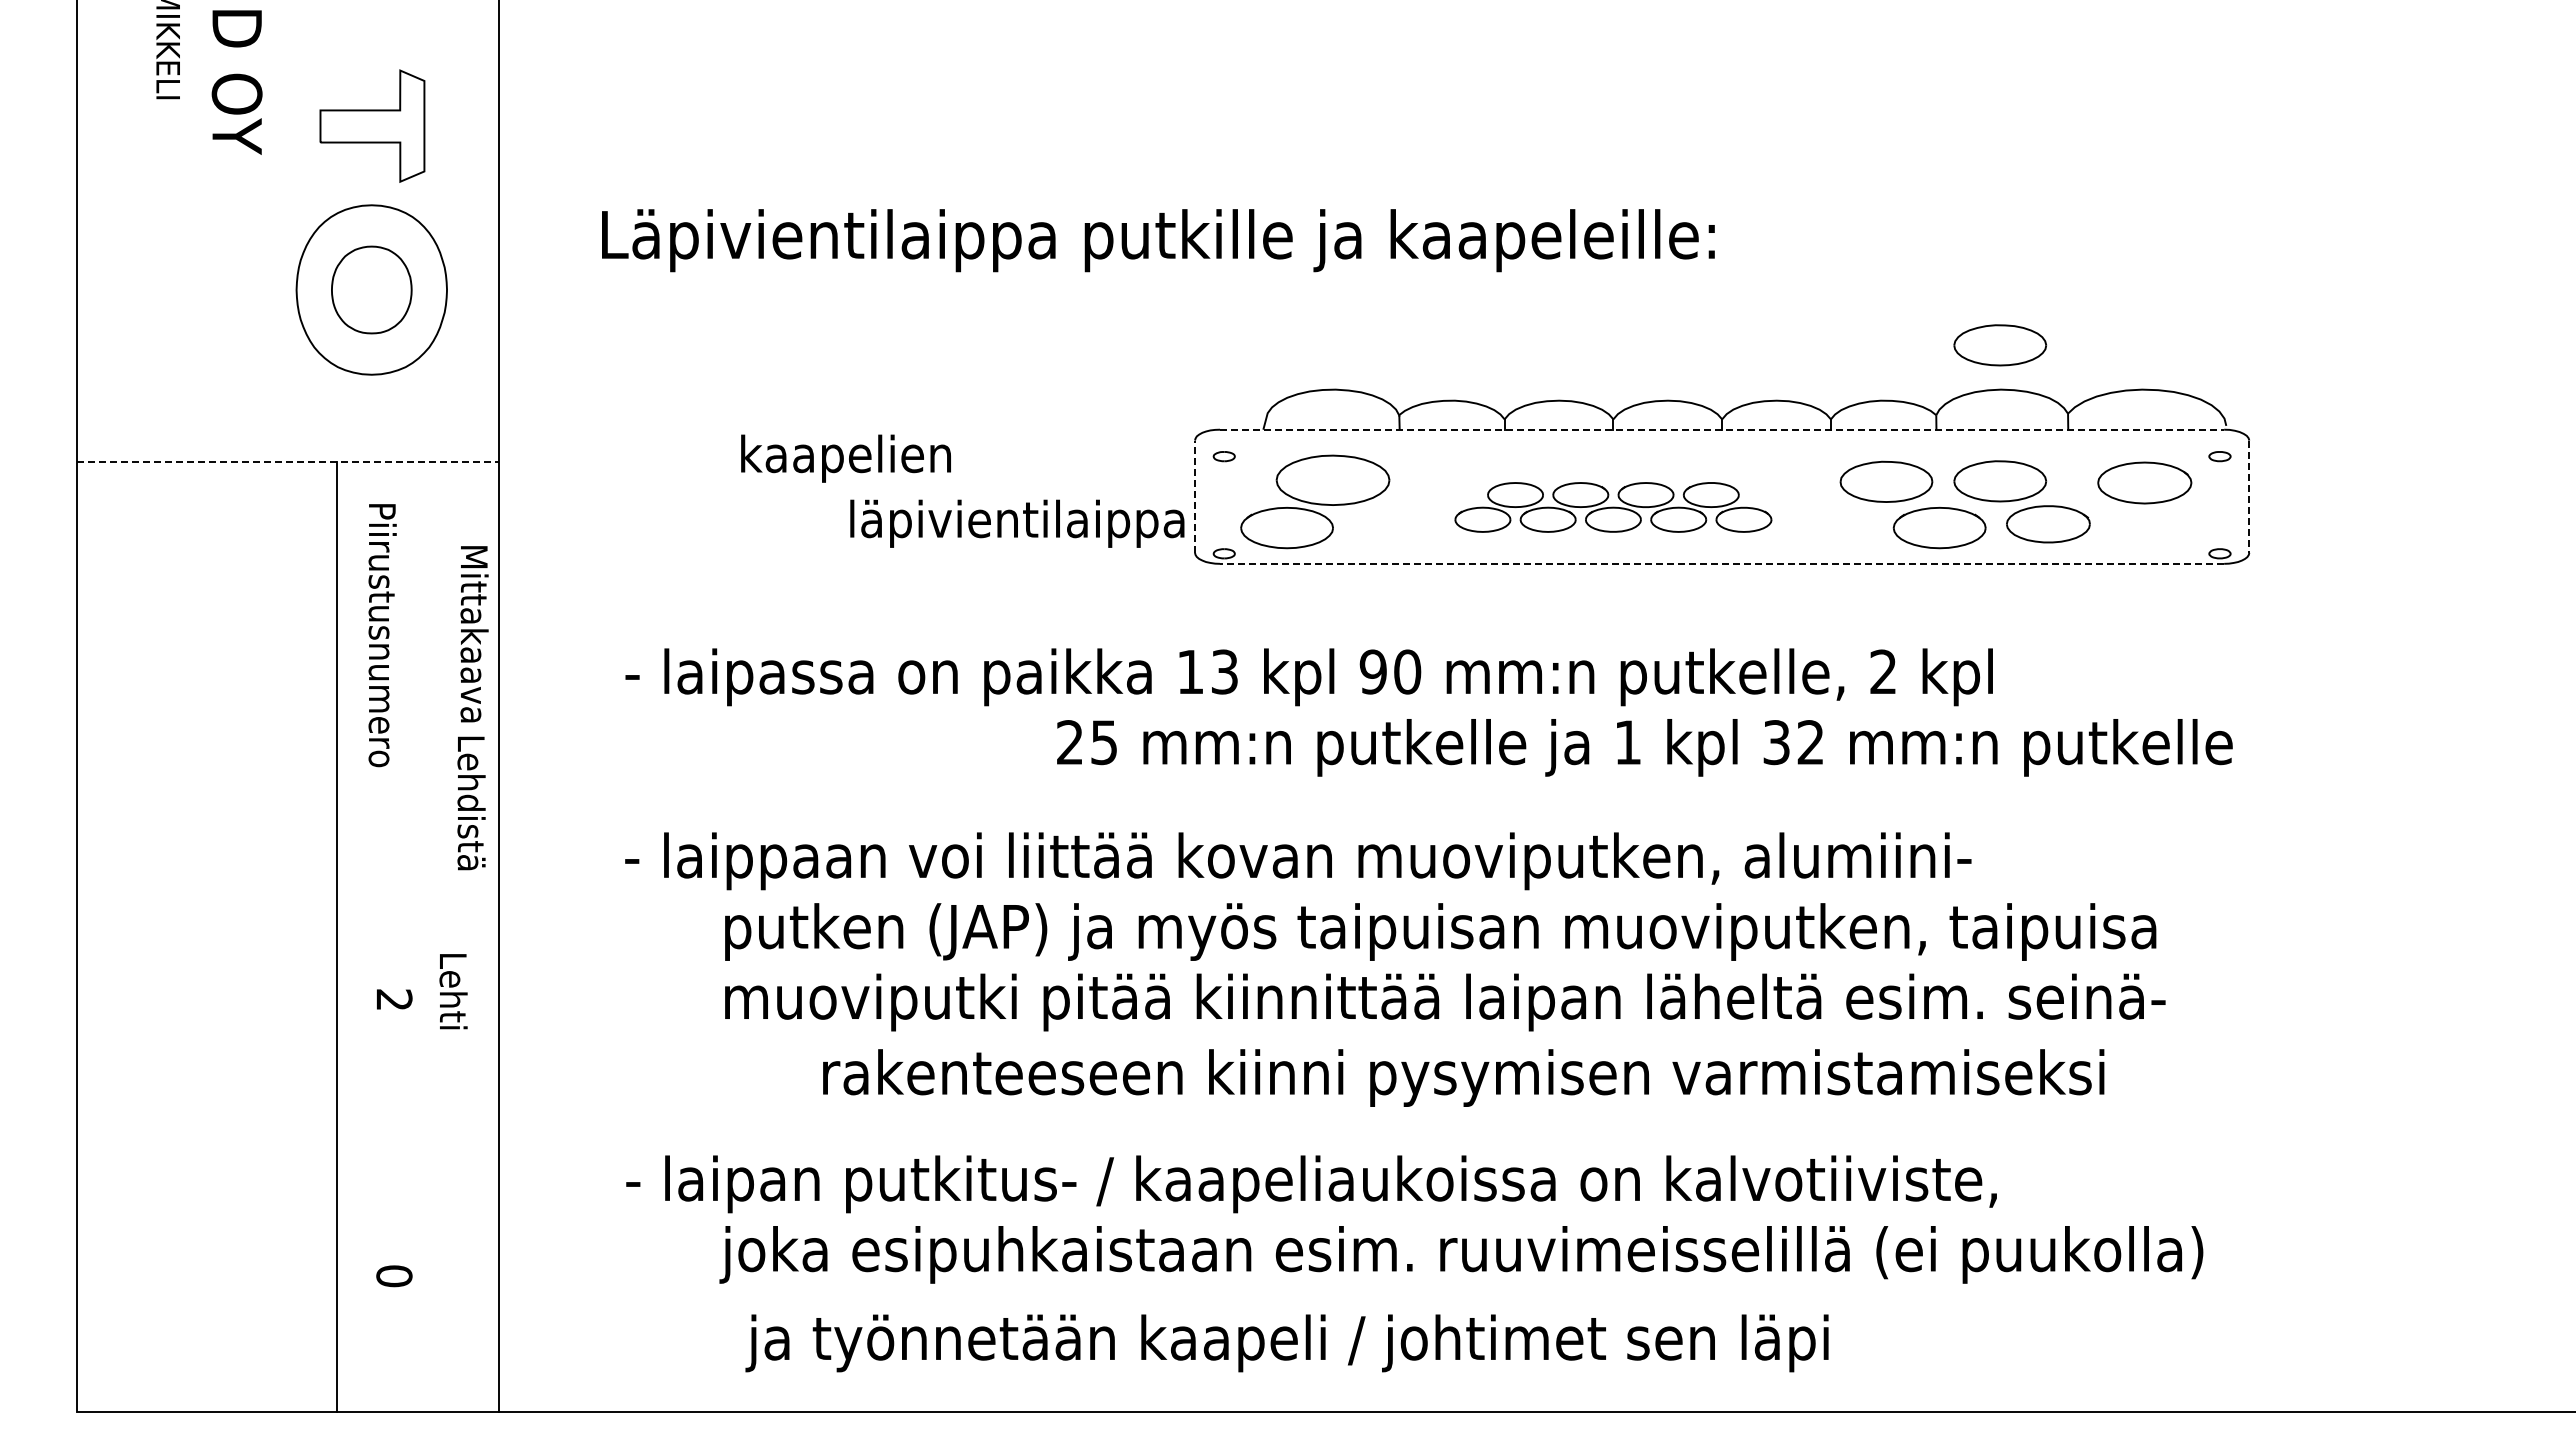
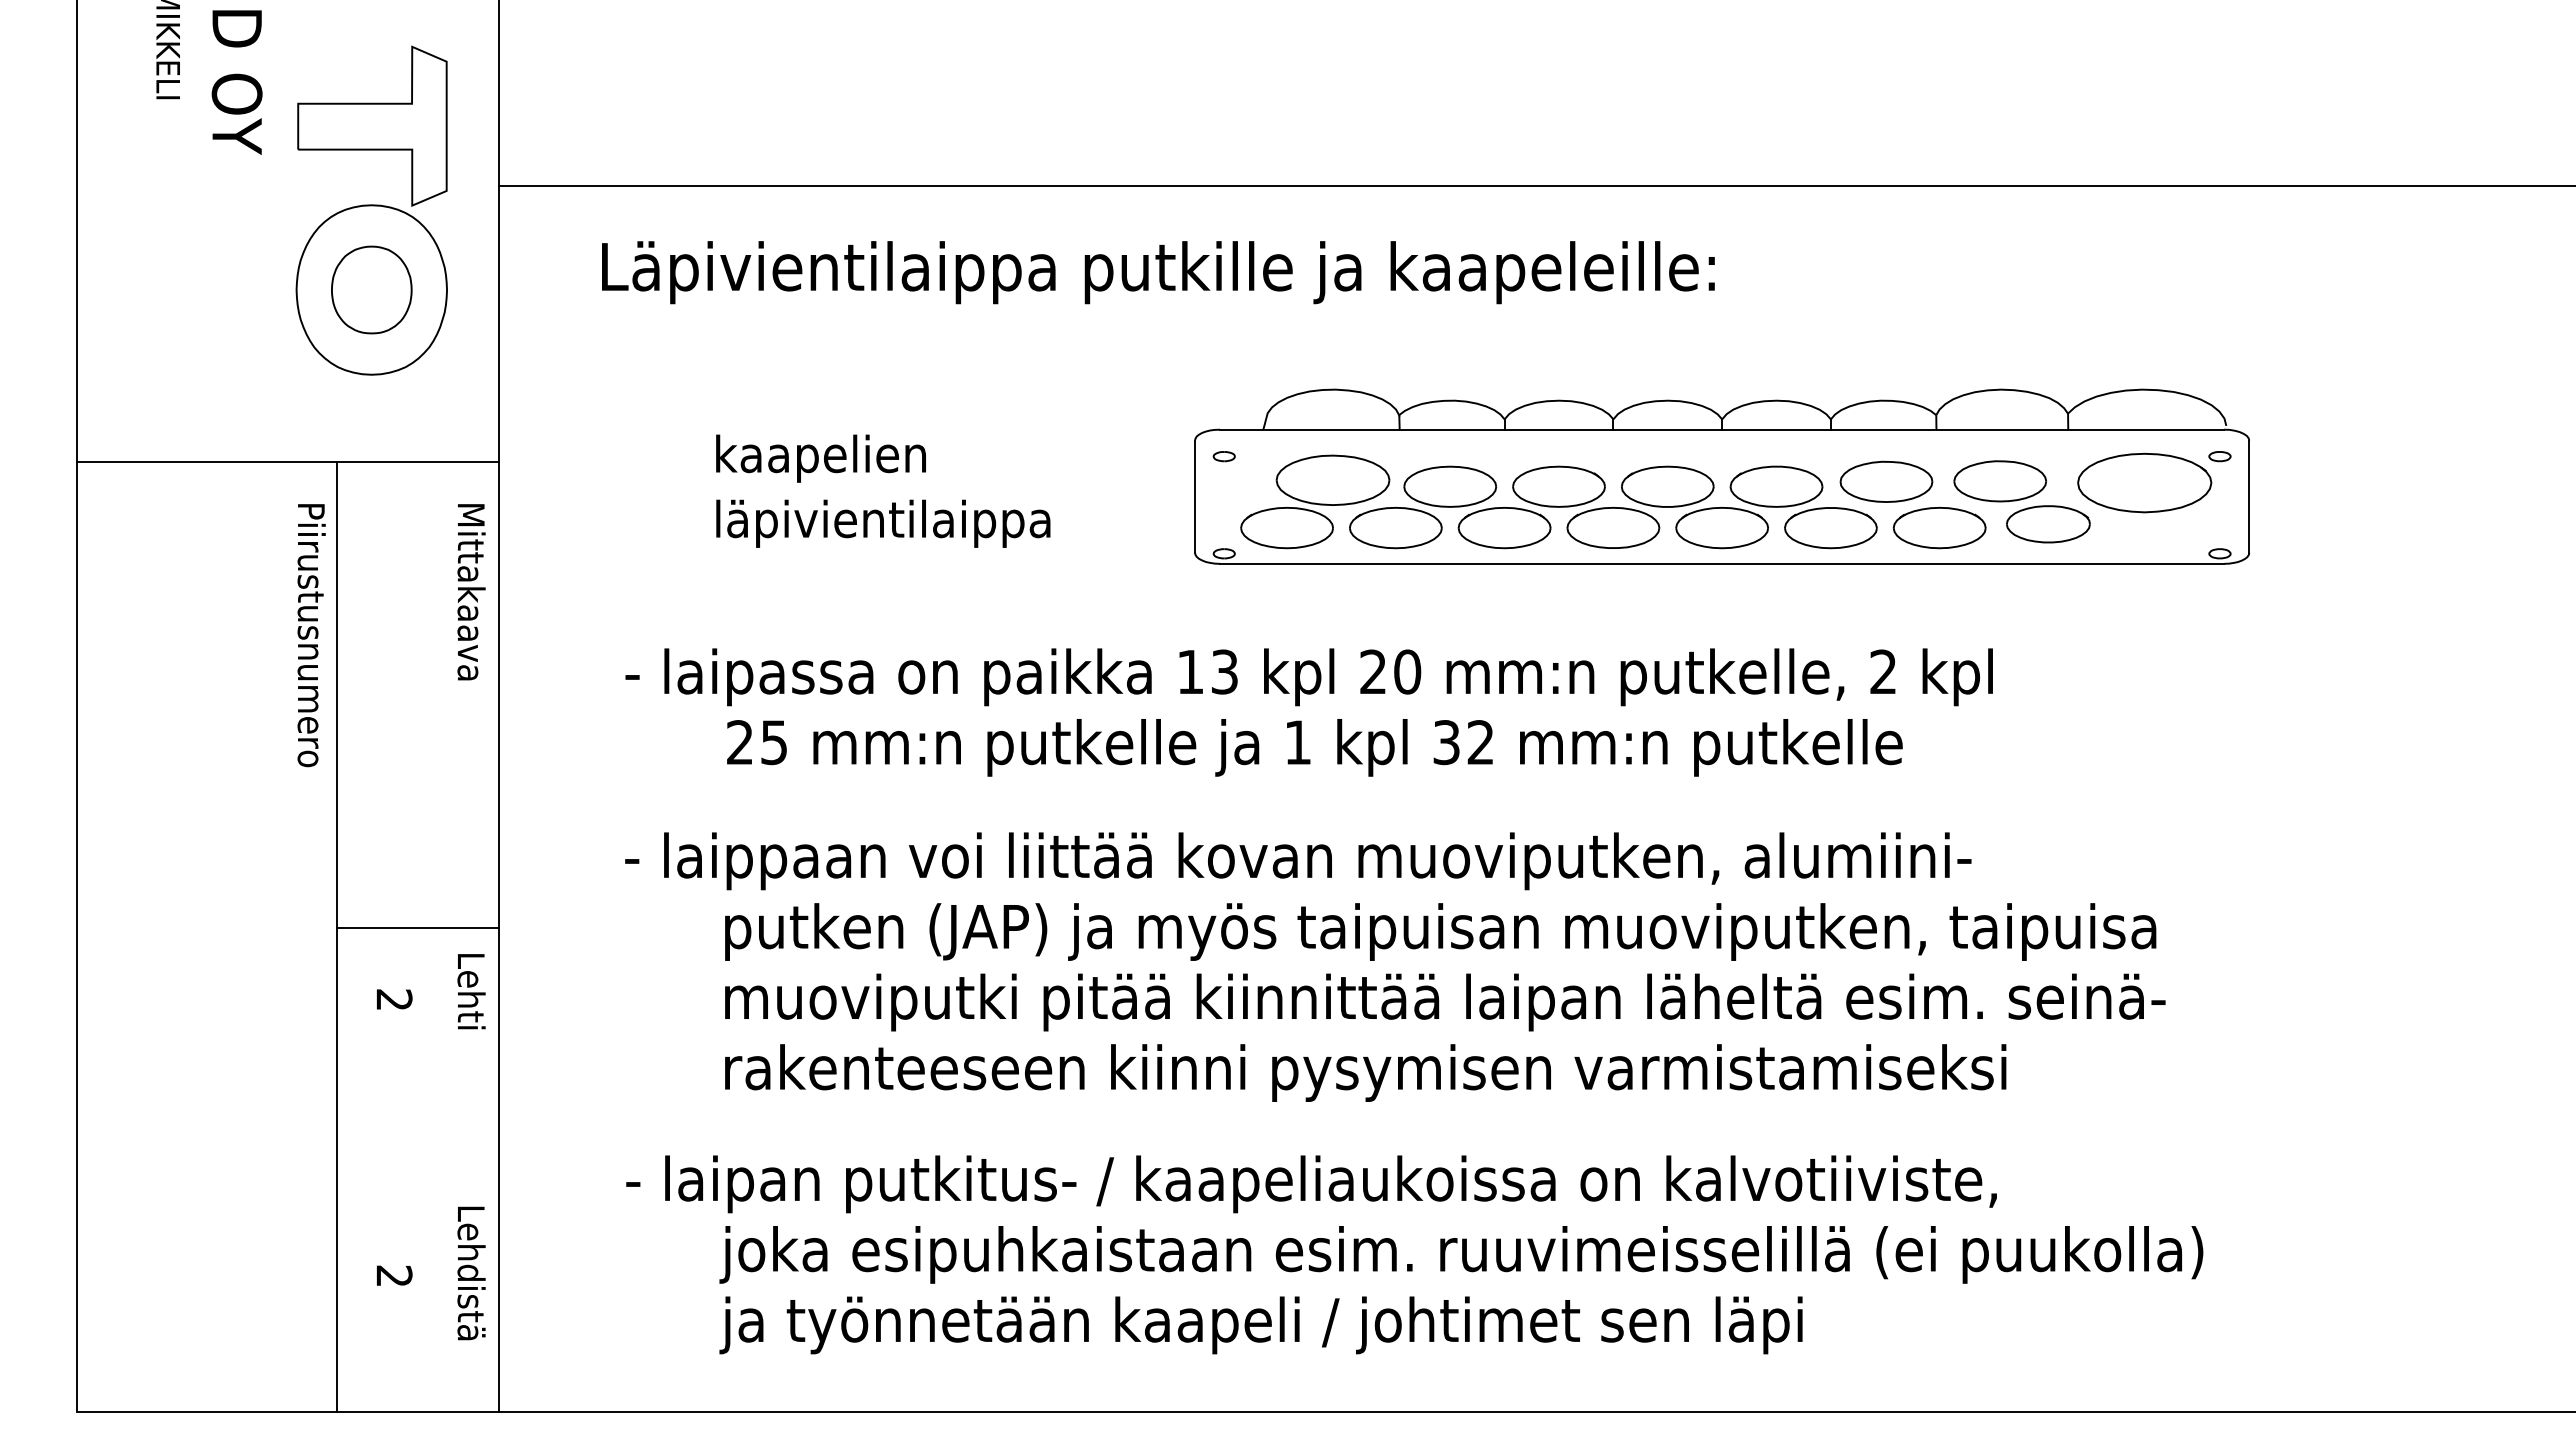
part at (372, 125) size: 107x114 px -> 151x162 px
line at (1535, 186): none -> present
text at (1158, 240) position: (1158, 240) -> (1158, 272)
part at (2000, 345): present -> none
line at (1722, 429): dashed -> solid
text at (845, 458) position: (845, 458) -> (820, 458)
line at (287, 461): dashed -> solid
part at (2144, 482) size: 96x44 px -> 136x62 px
line at (1195, 496): dashed -> solid
line at (2249, 497): dashed -> solid
part at (1613, 507) size: 319x51 px -> 529x85 px
text at (1017, 523) position: (1017, 523) -> (883, 523)
line at (1721, 563): dashed -> solid
text at (474, 634) position: (474, 634) -> (471, 592)
text at (382, 635) position: (382, 635) -> (311, 635)
text at (1372, 671): 90 -> 20
text at (1644, 747) position: (1644, 747) -> (1314, 747)
text at (471, 803) position: (471, 803) -> (471, 1273)
line at (417, 928): none -> present
text at (453, 991) position: (453, 991) -> (471, 991)
text at (1463, 1077) position: (1463, 1077) -> (1365, 1072)
text at (394, 1276): 0 -> 2
text at (1286, 1343) position: (1286, 1343) -> (1260, 1325)
